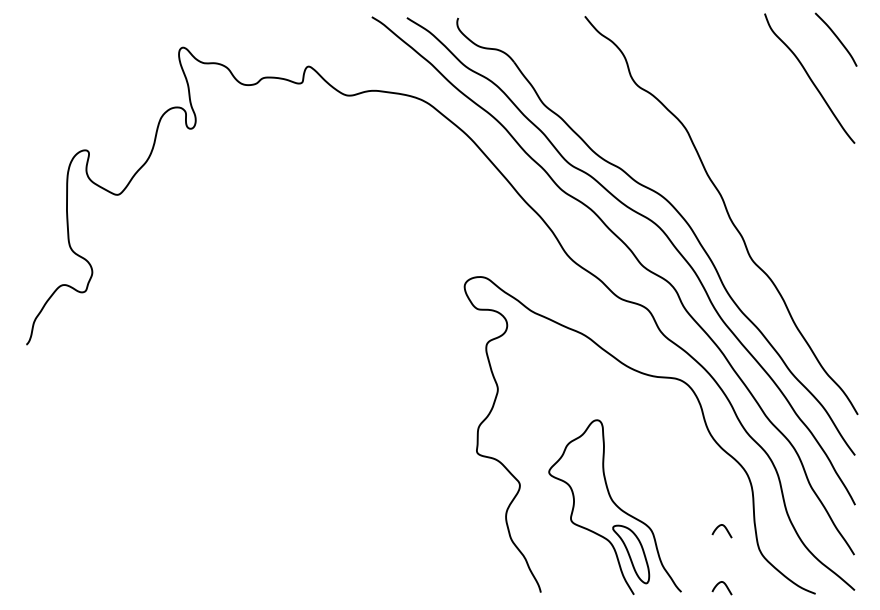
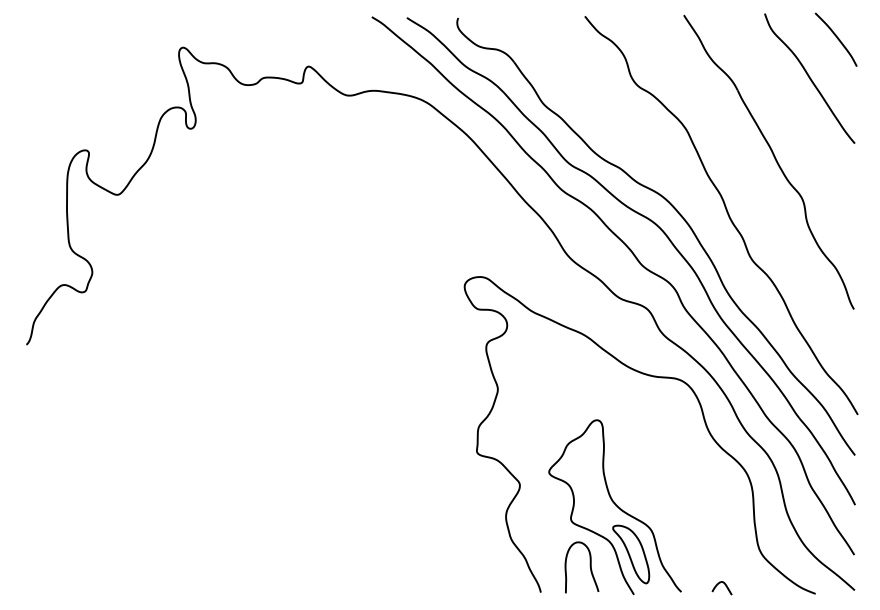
part at (774, 159): none -> present
curve at (725, 529): present -> none
curve at (589, 566): none -> present
